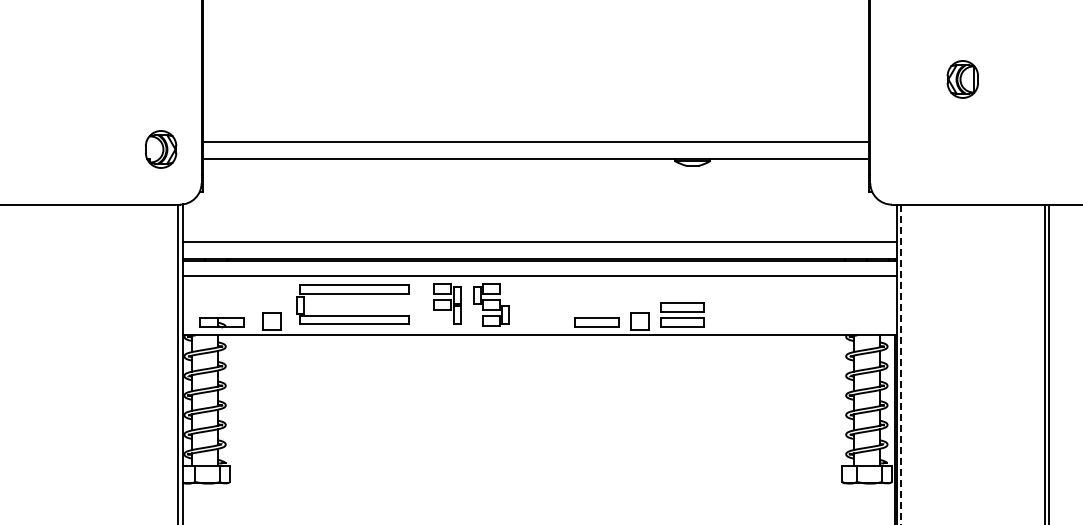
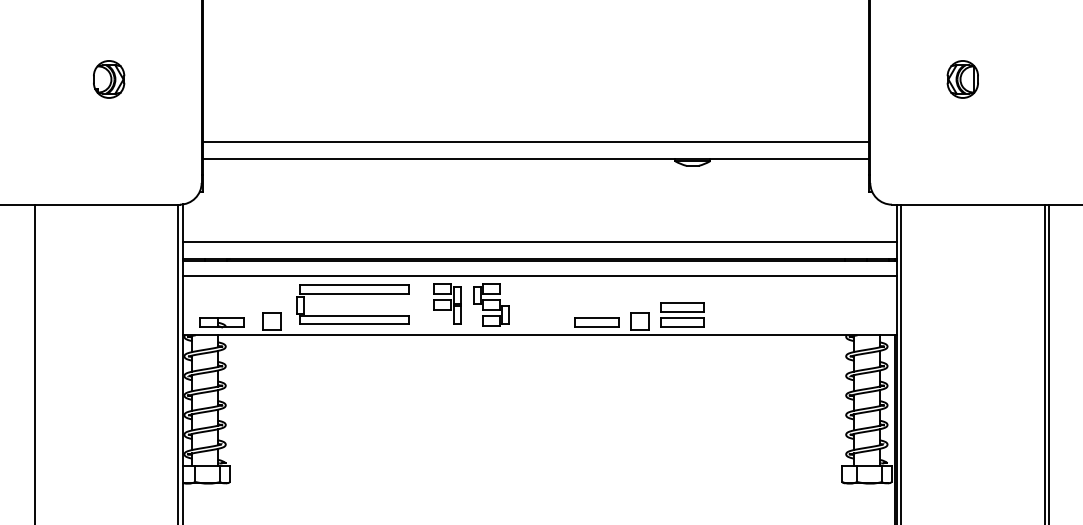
part at (161, 149) position: (161, 149) -> (109, 79)
line at (34, 362): none -> present
line at (901, 364): dashed -> solid
